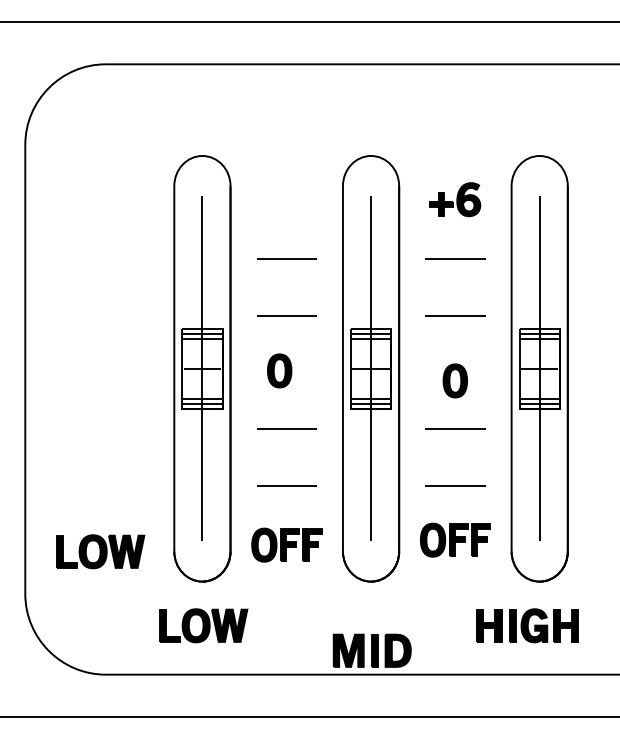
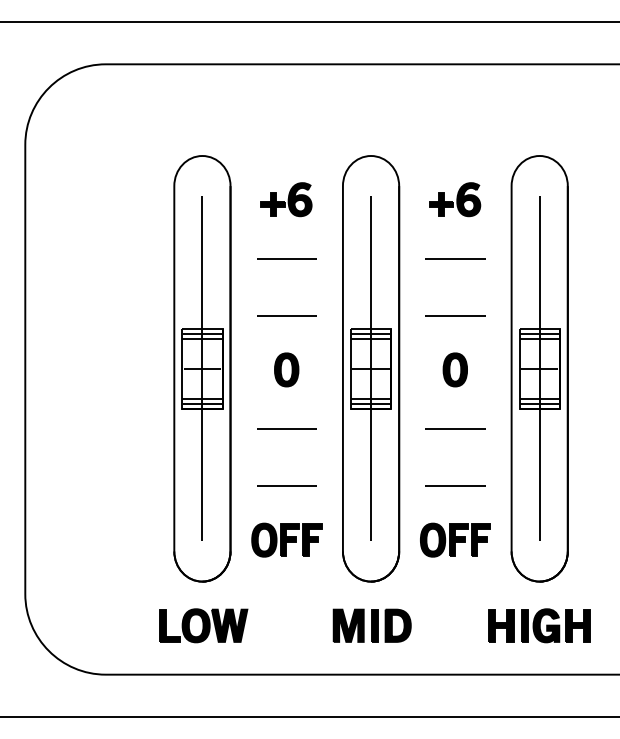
part at (286, 199): none -> present
part at (279, 370) position: (279, 370) -> (286, 369)
part at (454, 380) position: (454, 380) -> (454, 369)
part at (286, 544) position: (286, 544) -> (286, 539)
part at (100, 551): present -> none
part at (527, 625) position: (527, 625) -> (539, 625)
part at (371, 650) position: (371, 650) -> (371, 625)
